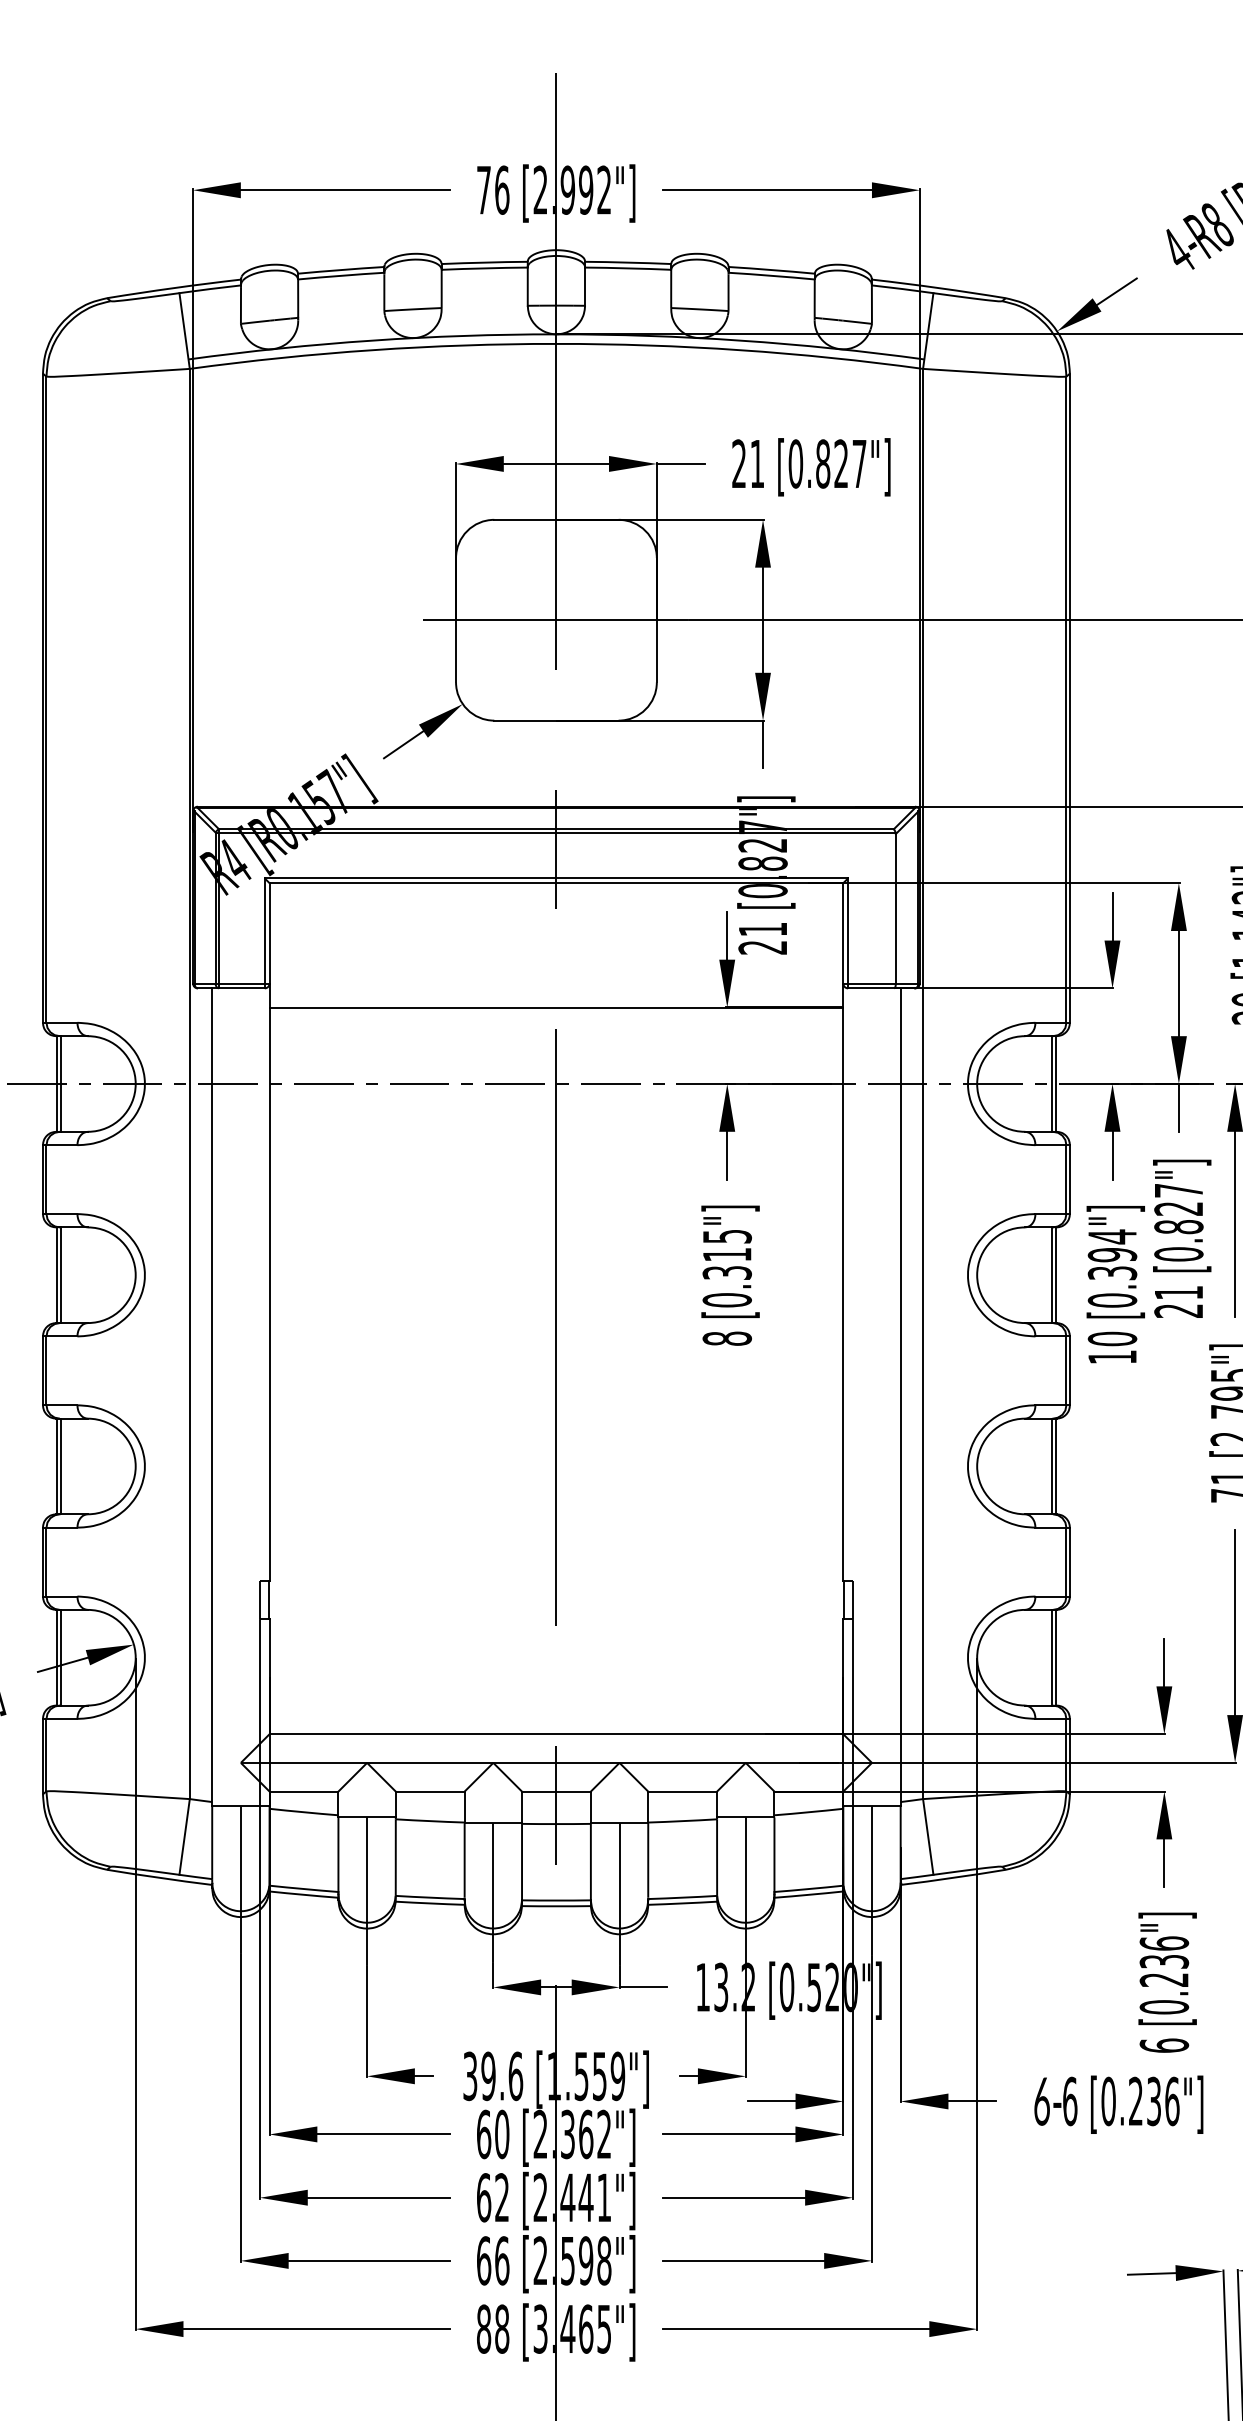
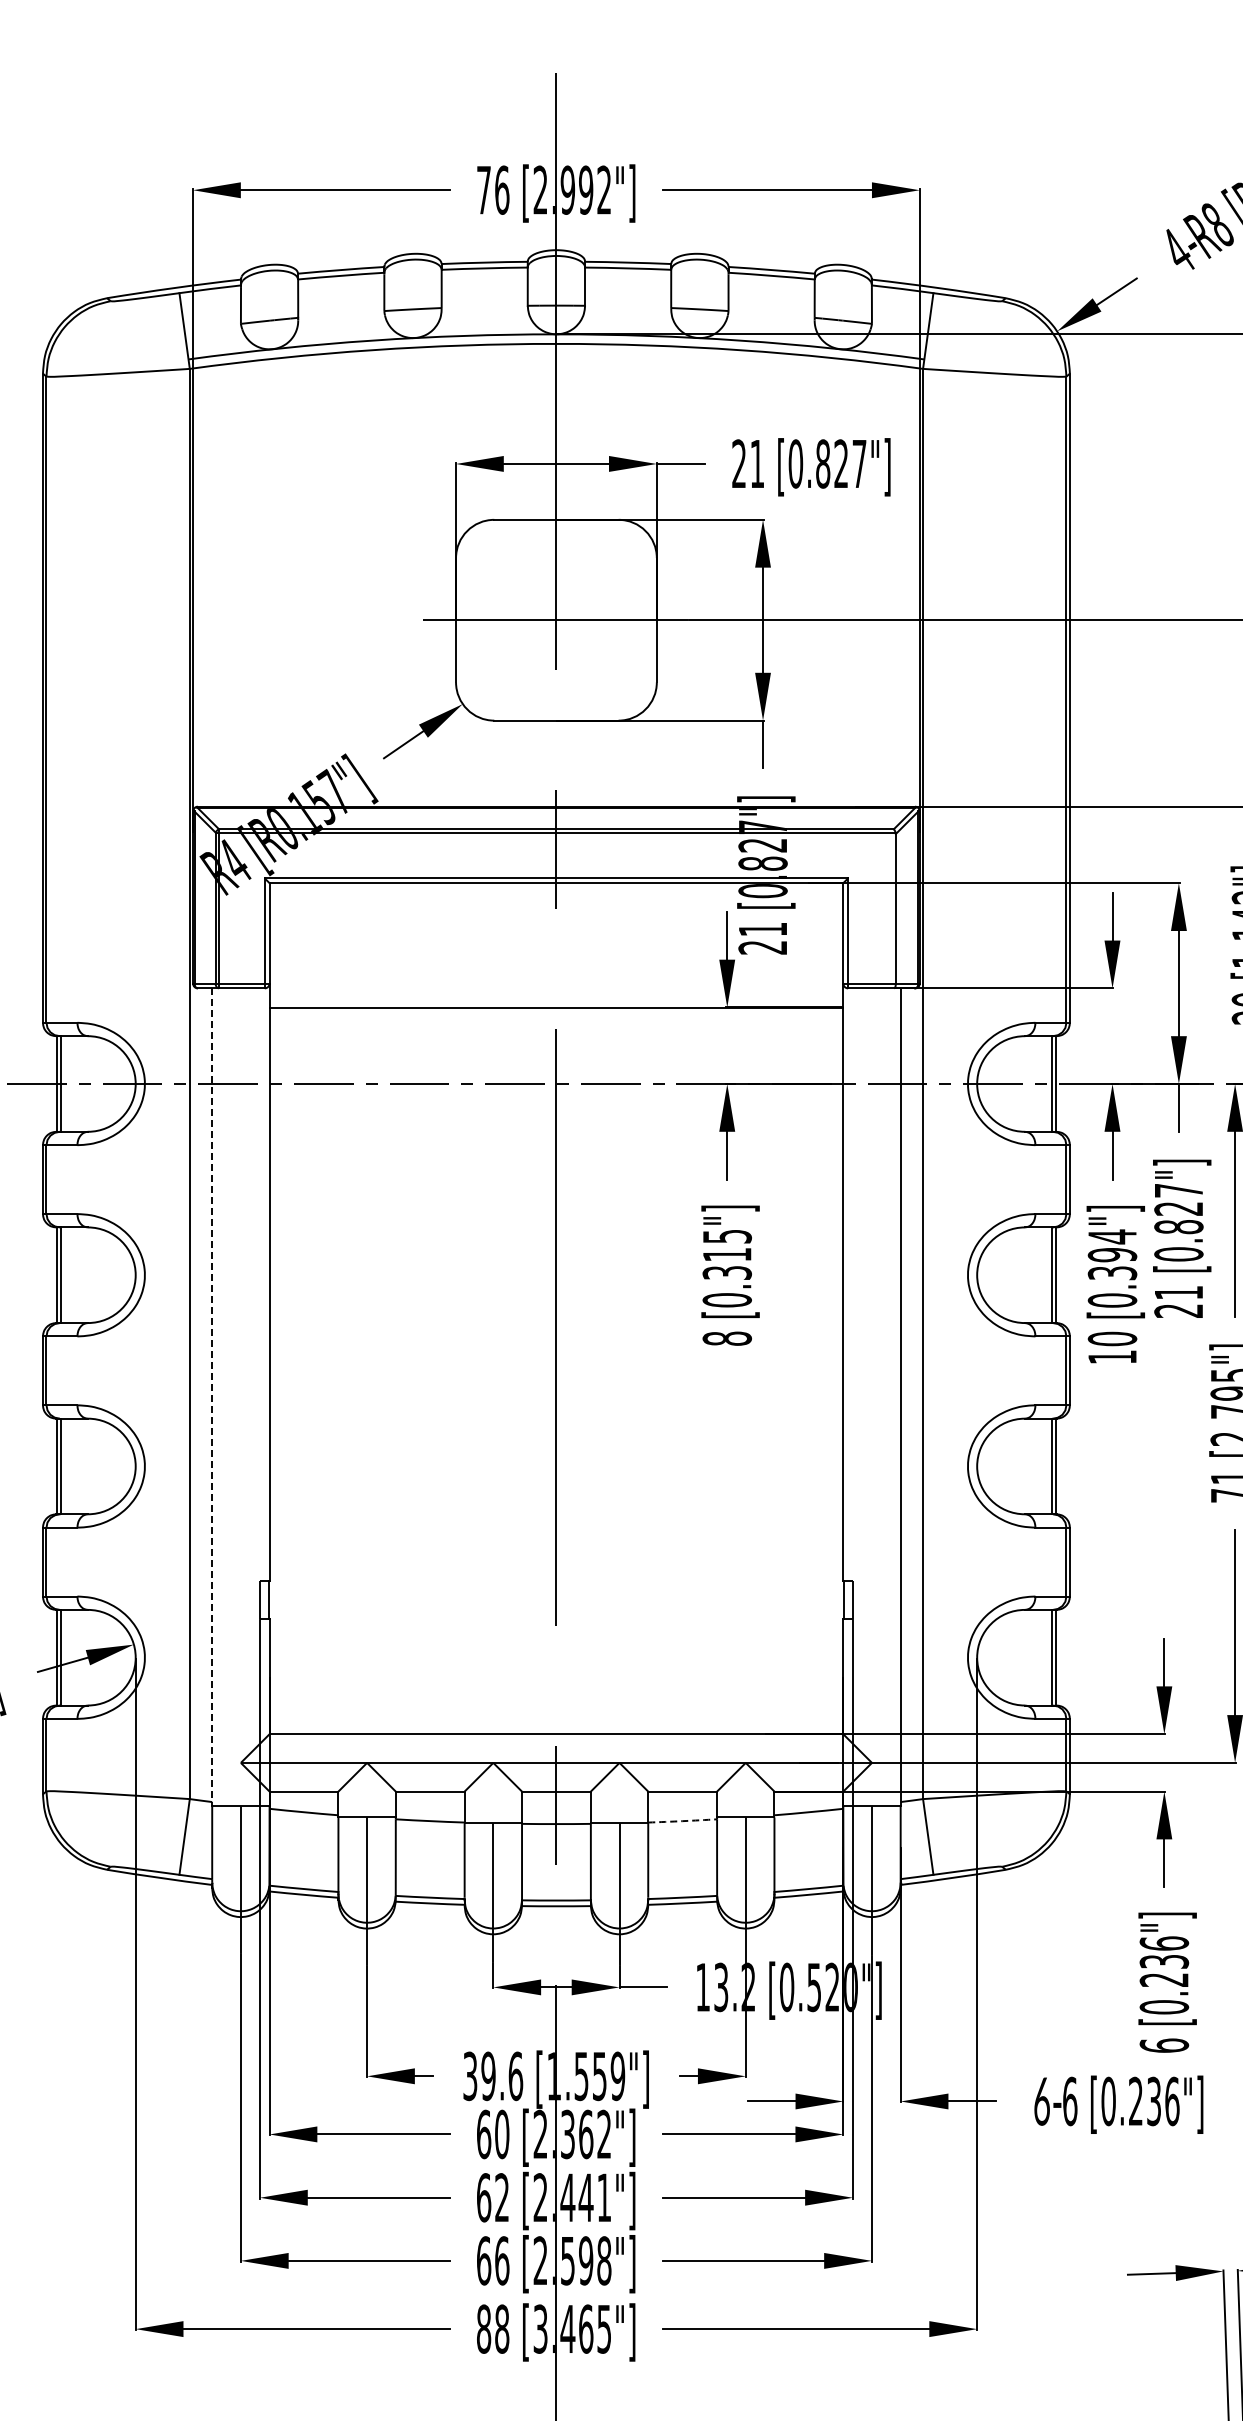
line at (212, 1396): solid -> dashed
arc at (682, 1821): solid -> dashed
